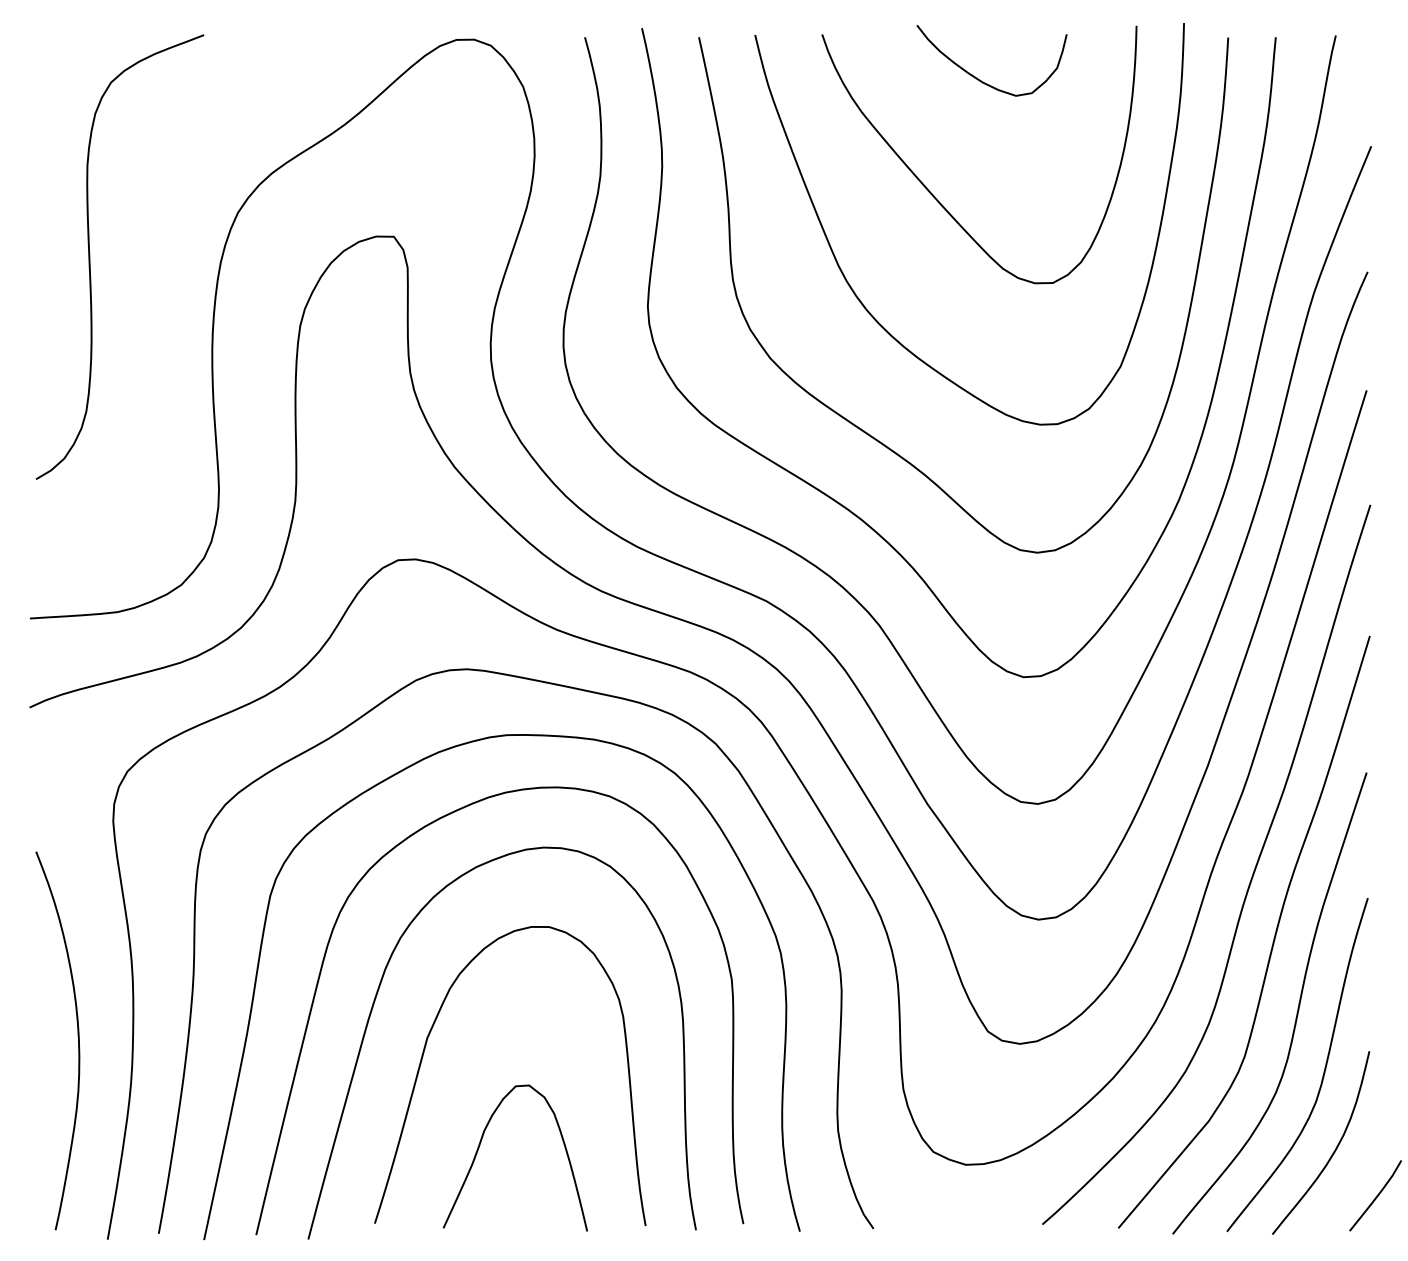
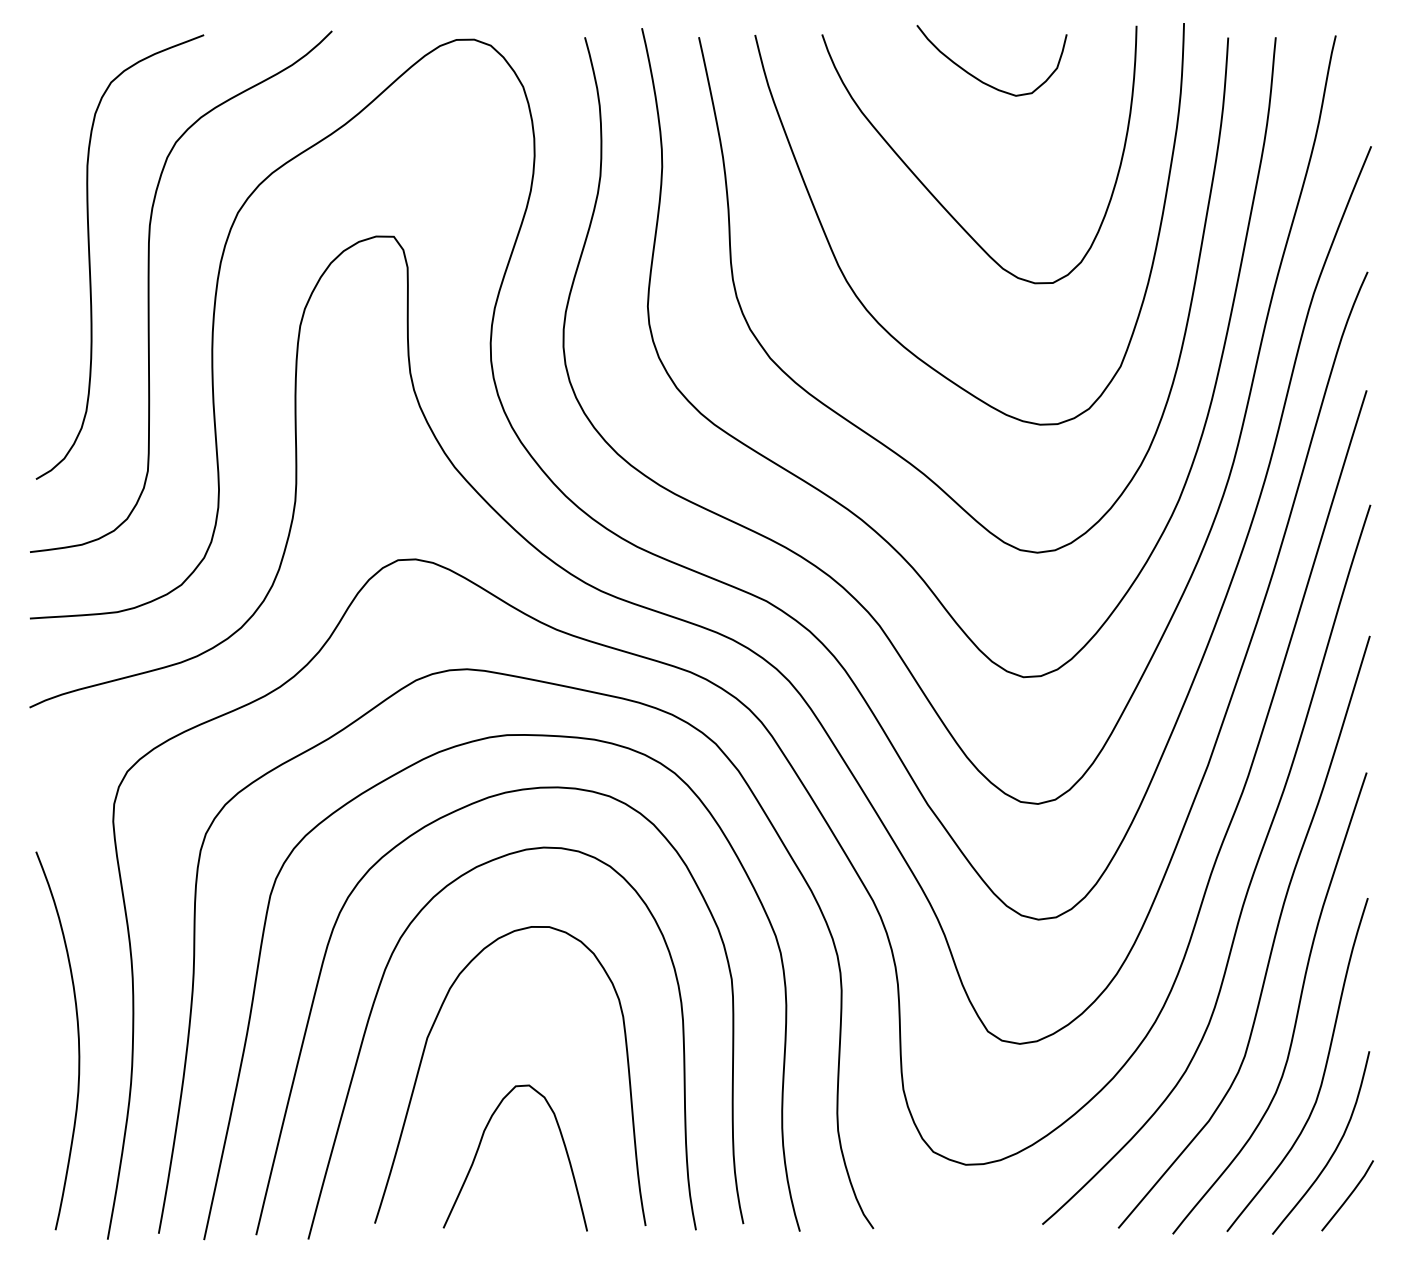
curve at (149, 291): none -> present
curve at (1376, 1195) position: (1376, 1195) -> (1348, 1195)
